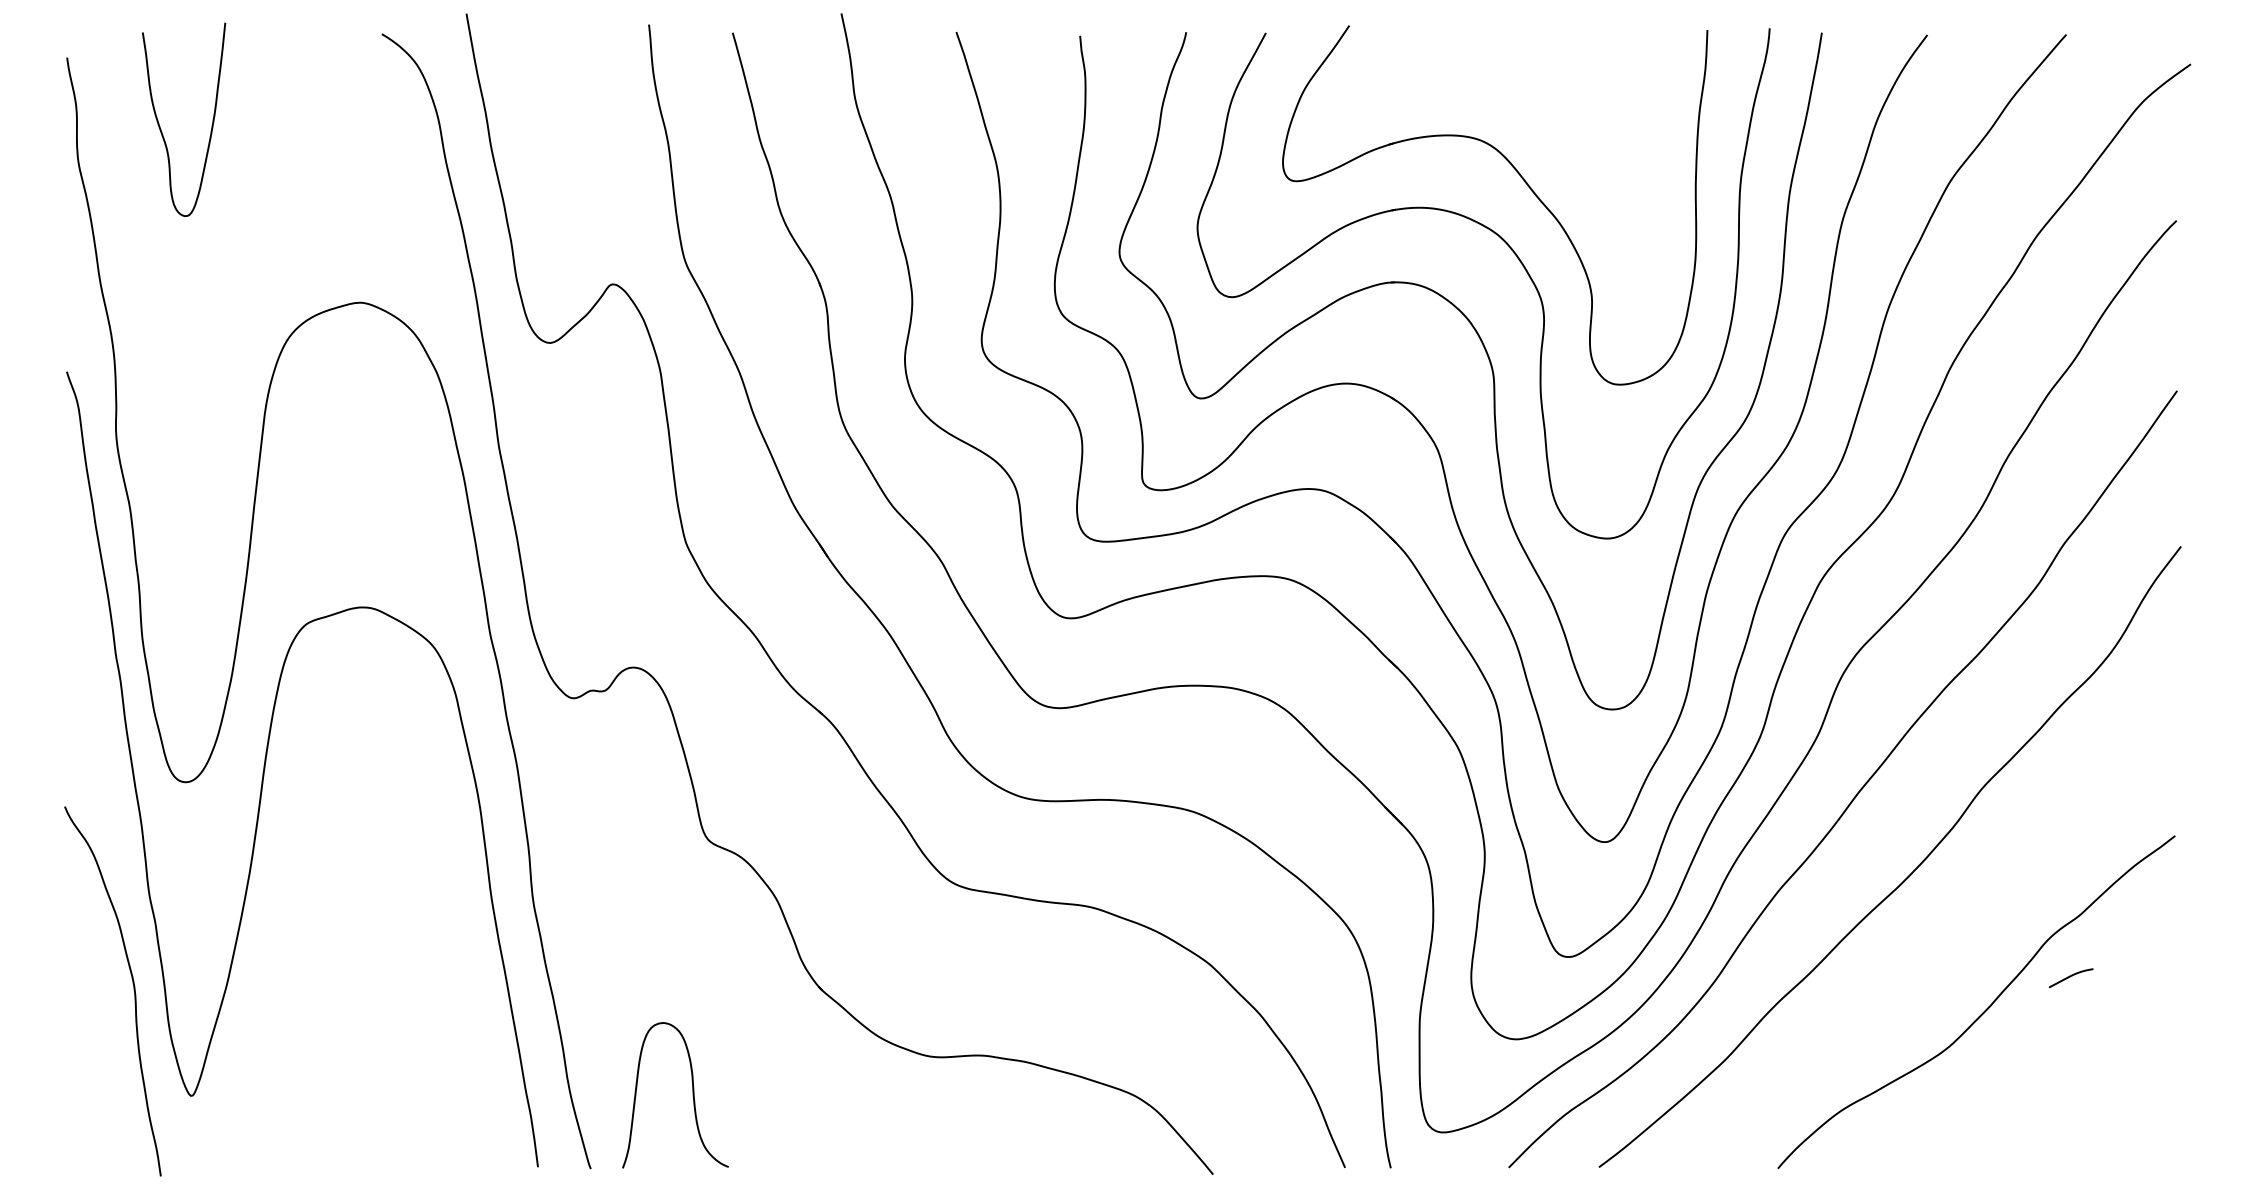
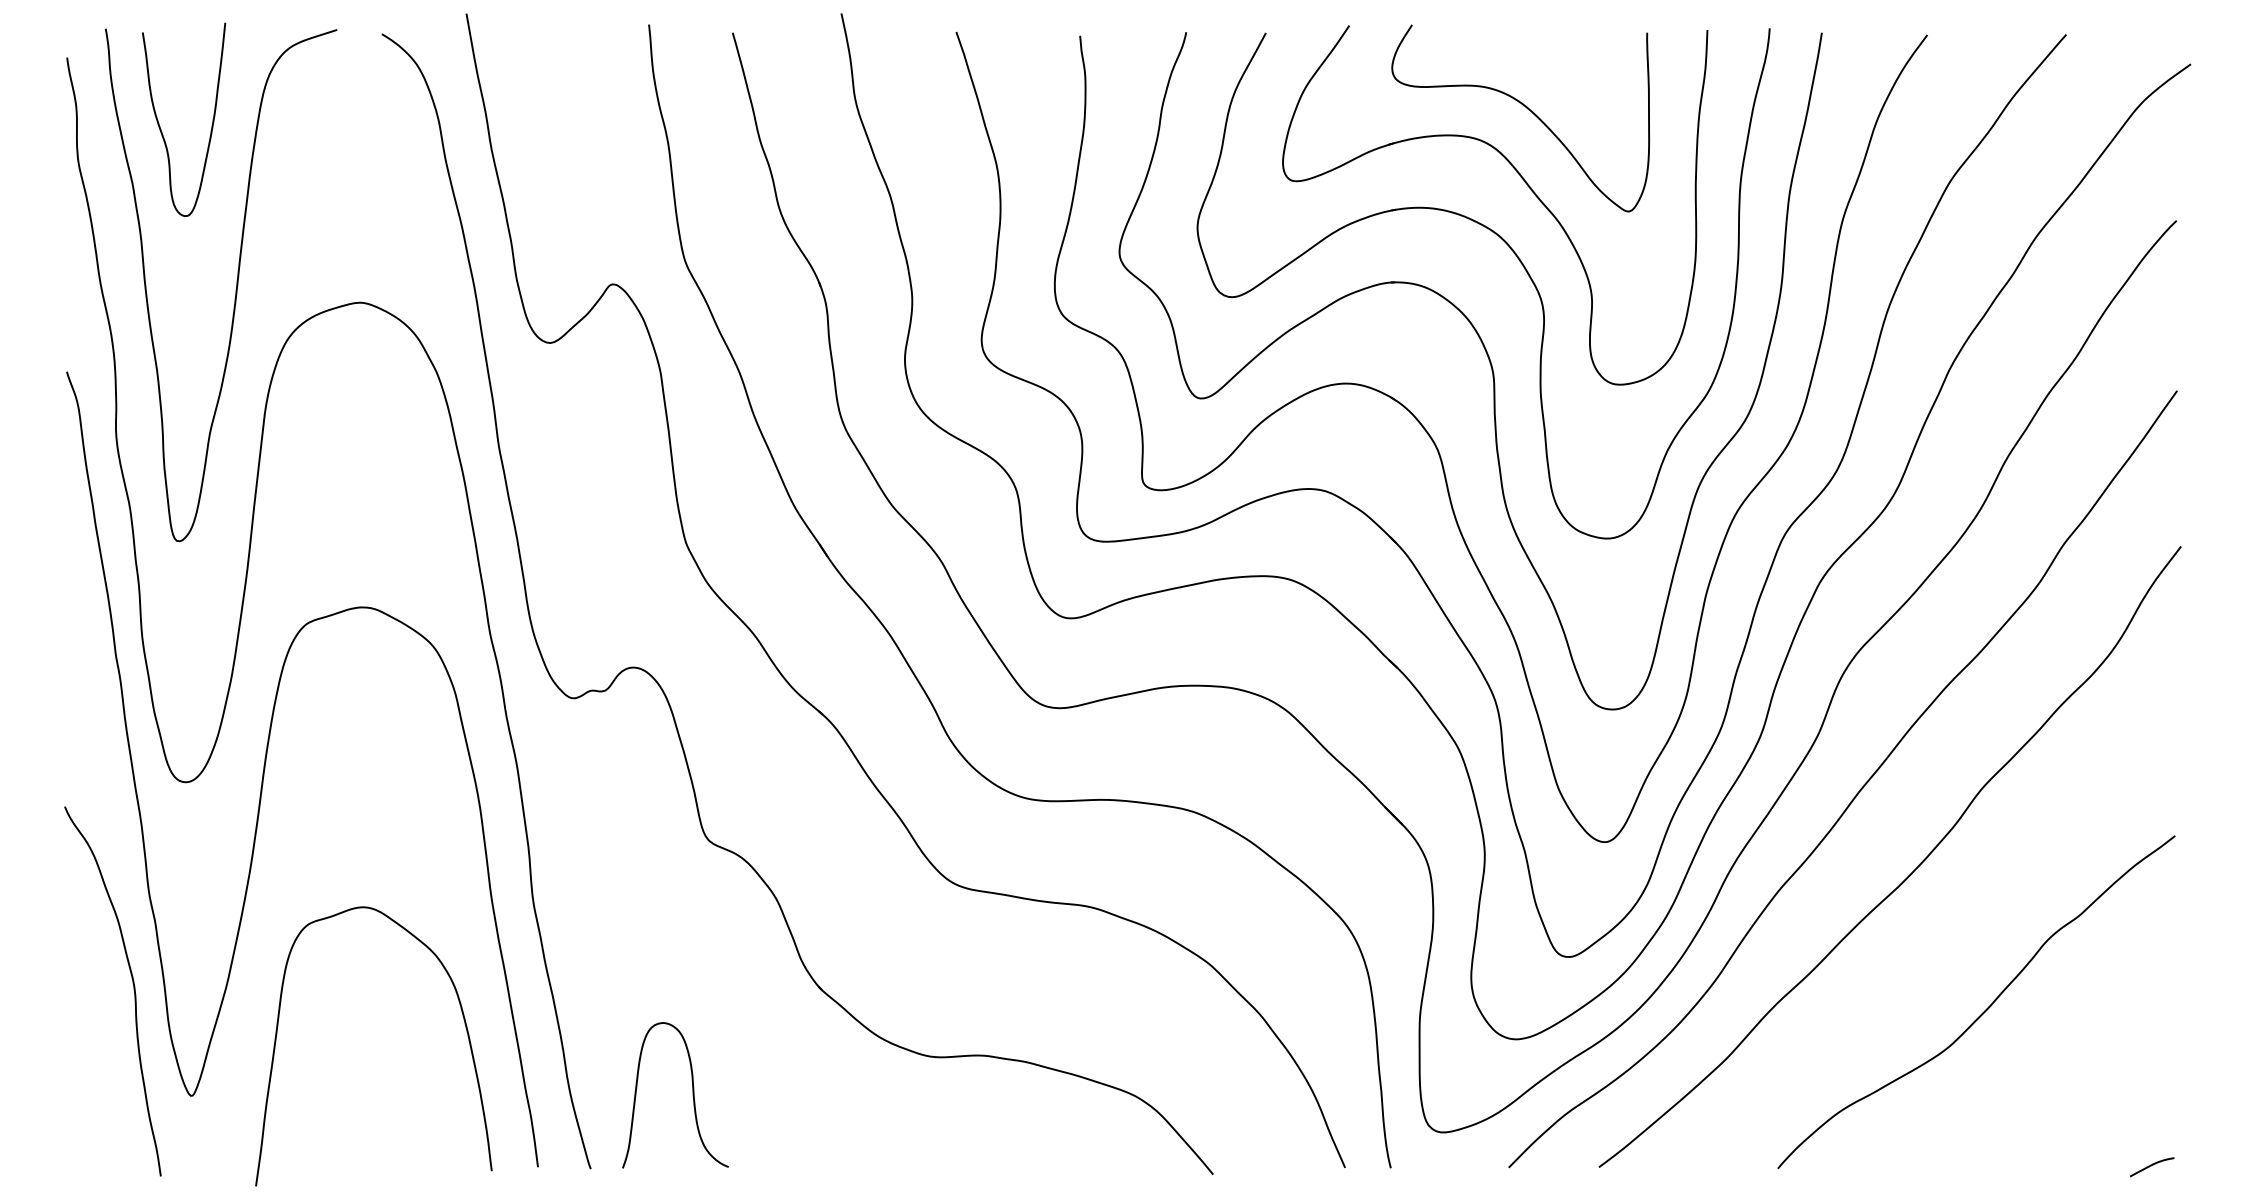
curve at (1528, 110): none -> present
curve at (235, 289): none -> present
curve at (2070, 977) position: (2070, 977) -> (2151, 1166)
curve at (464, 1024): none -> present
